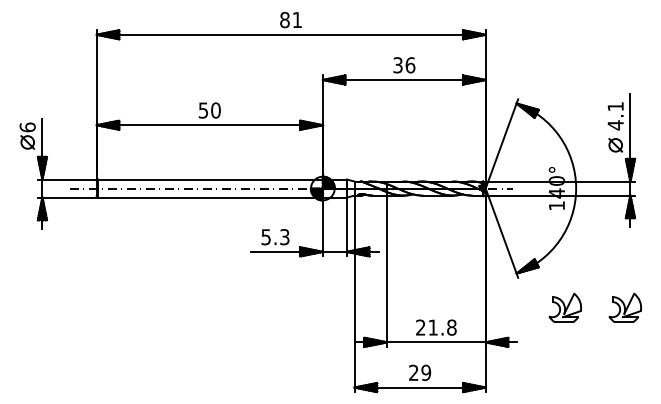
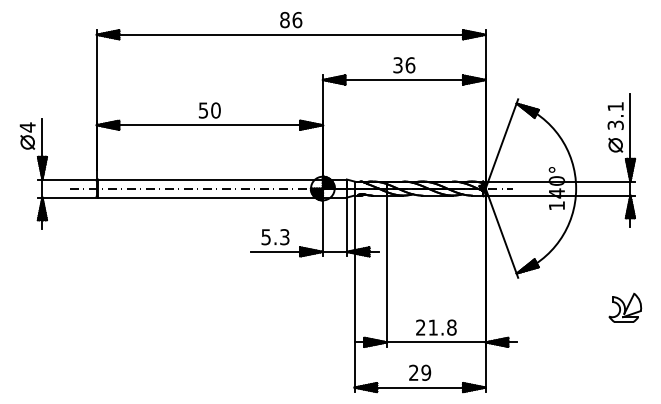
text at (297, 19): 81 -> 86
text at (615, 125): 4.1 -> 3.1
text at (27, 127): 6 -> 4
part at (565, 307): present -> none
